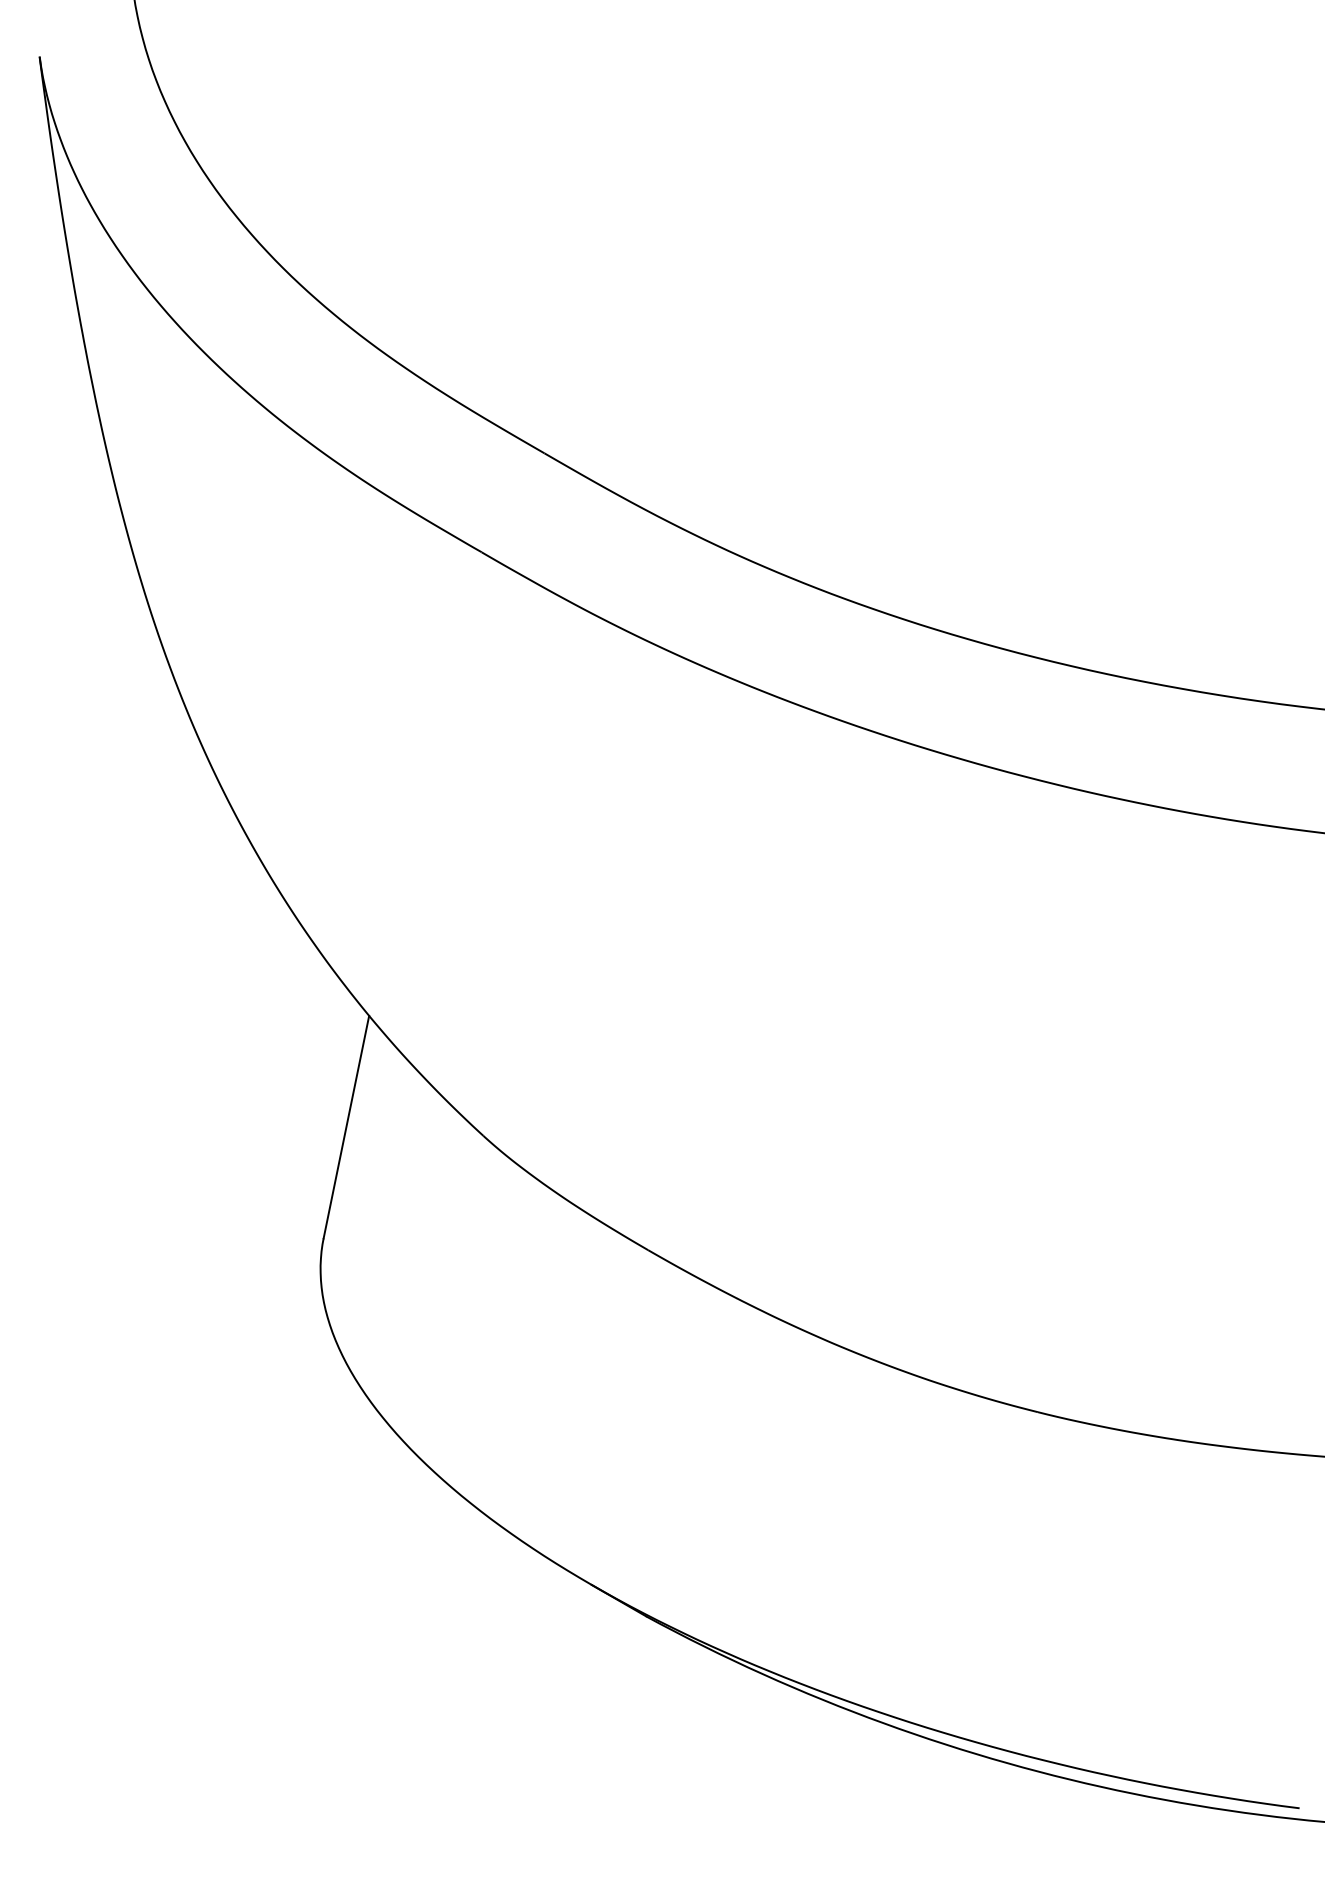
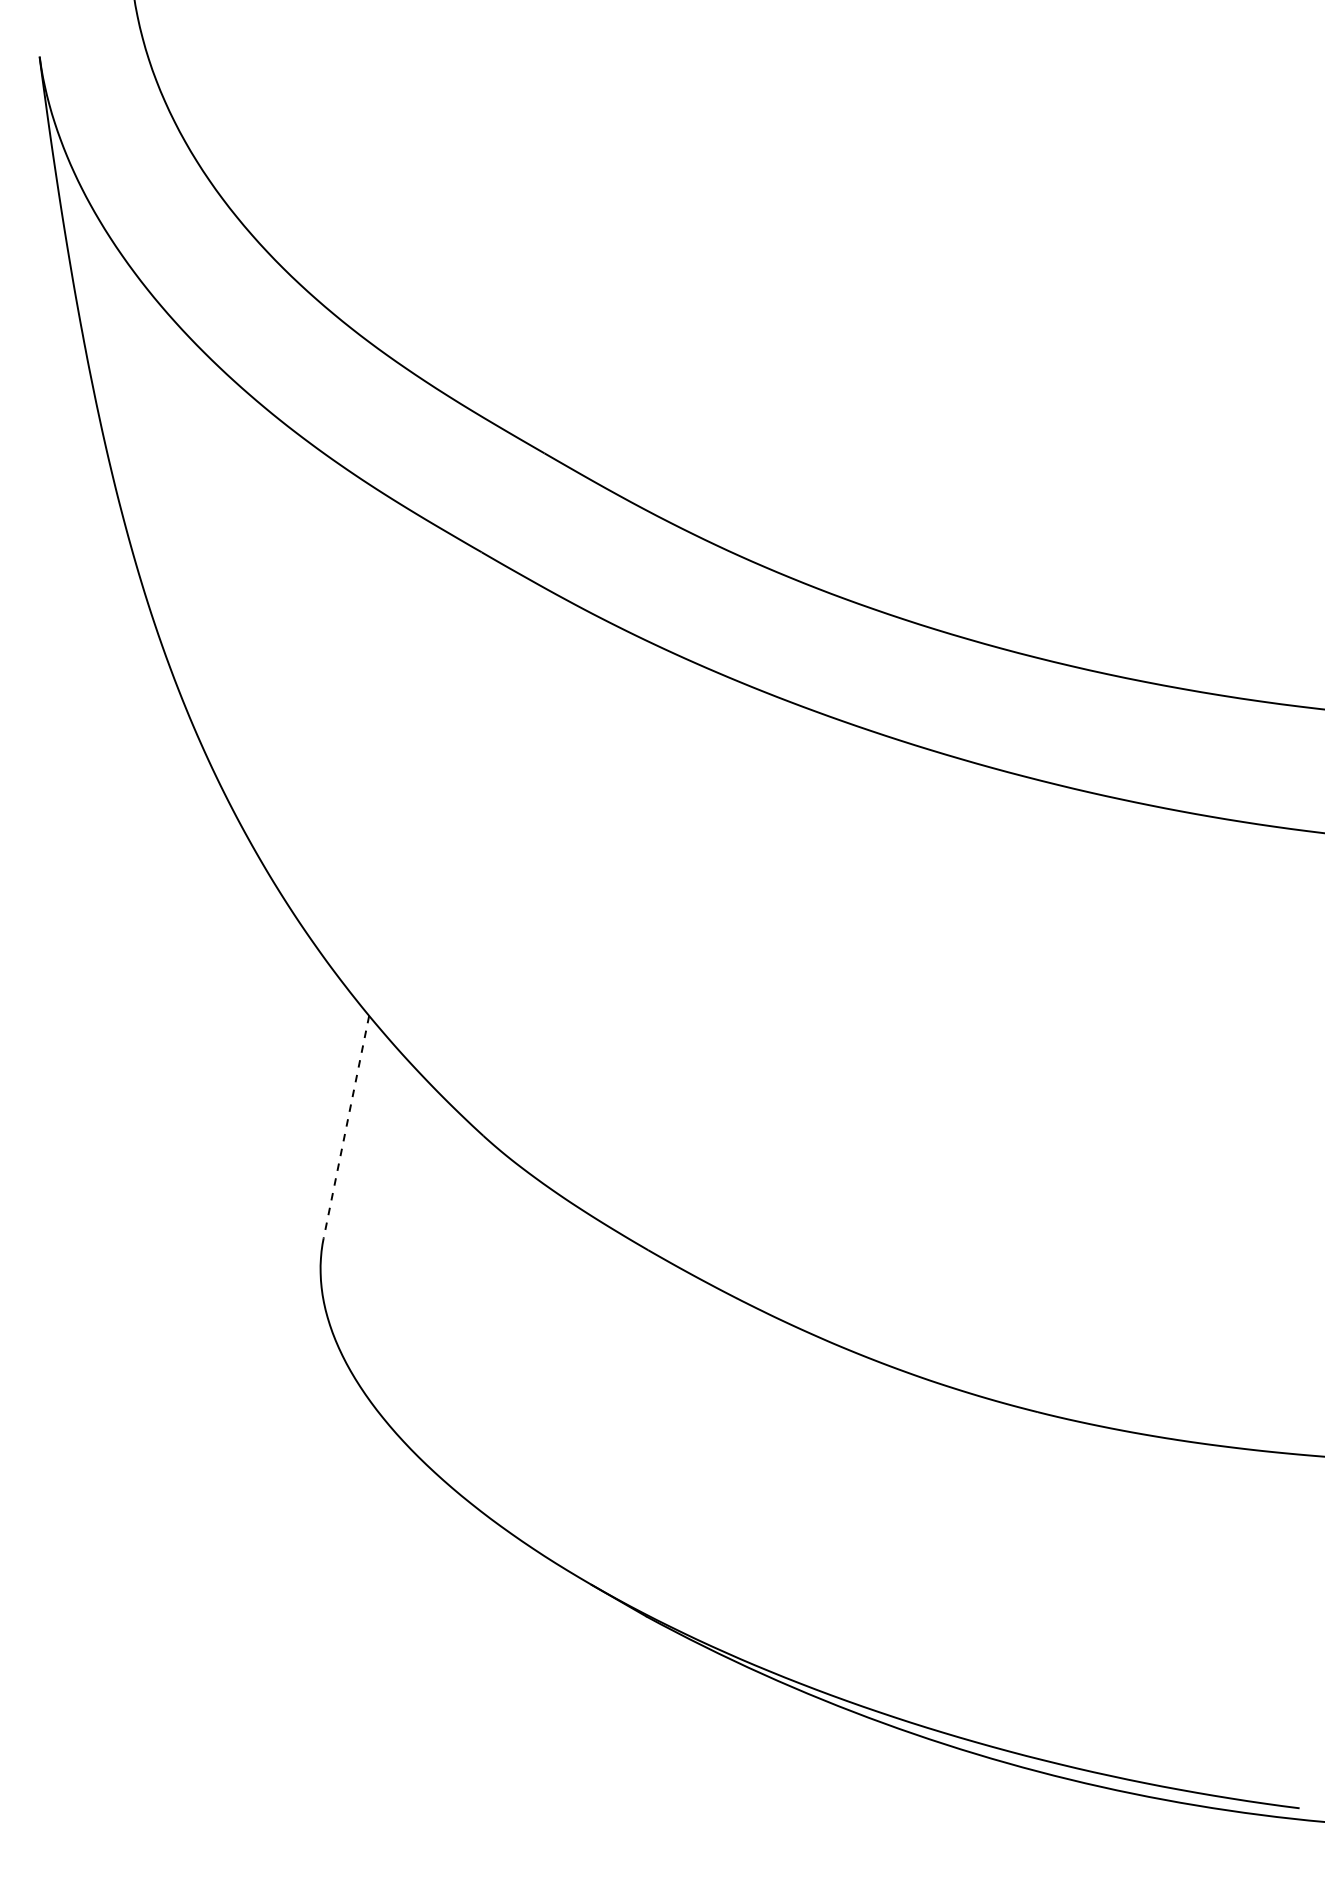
line at (346, 1127): solid -> dashed
